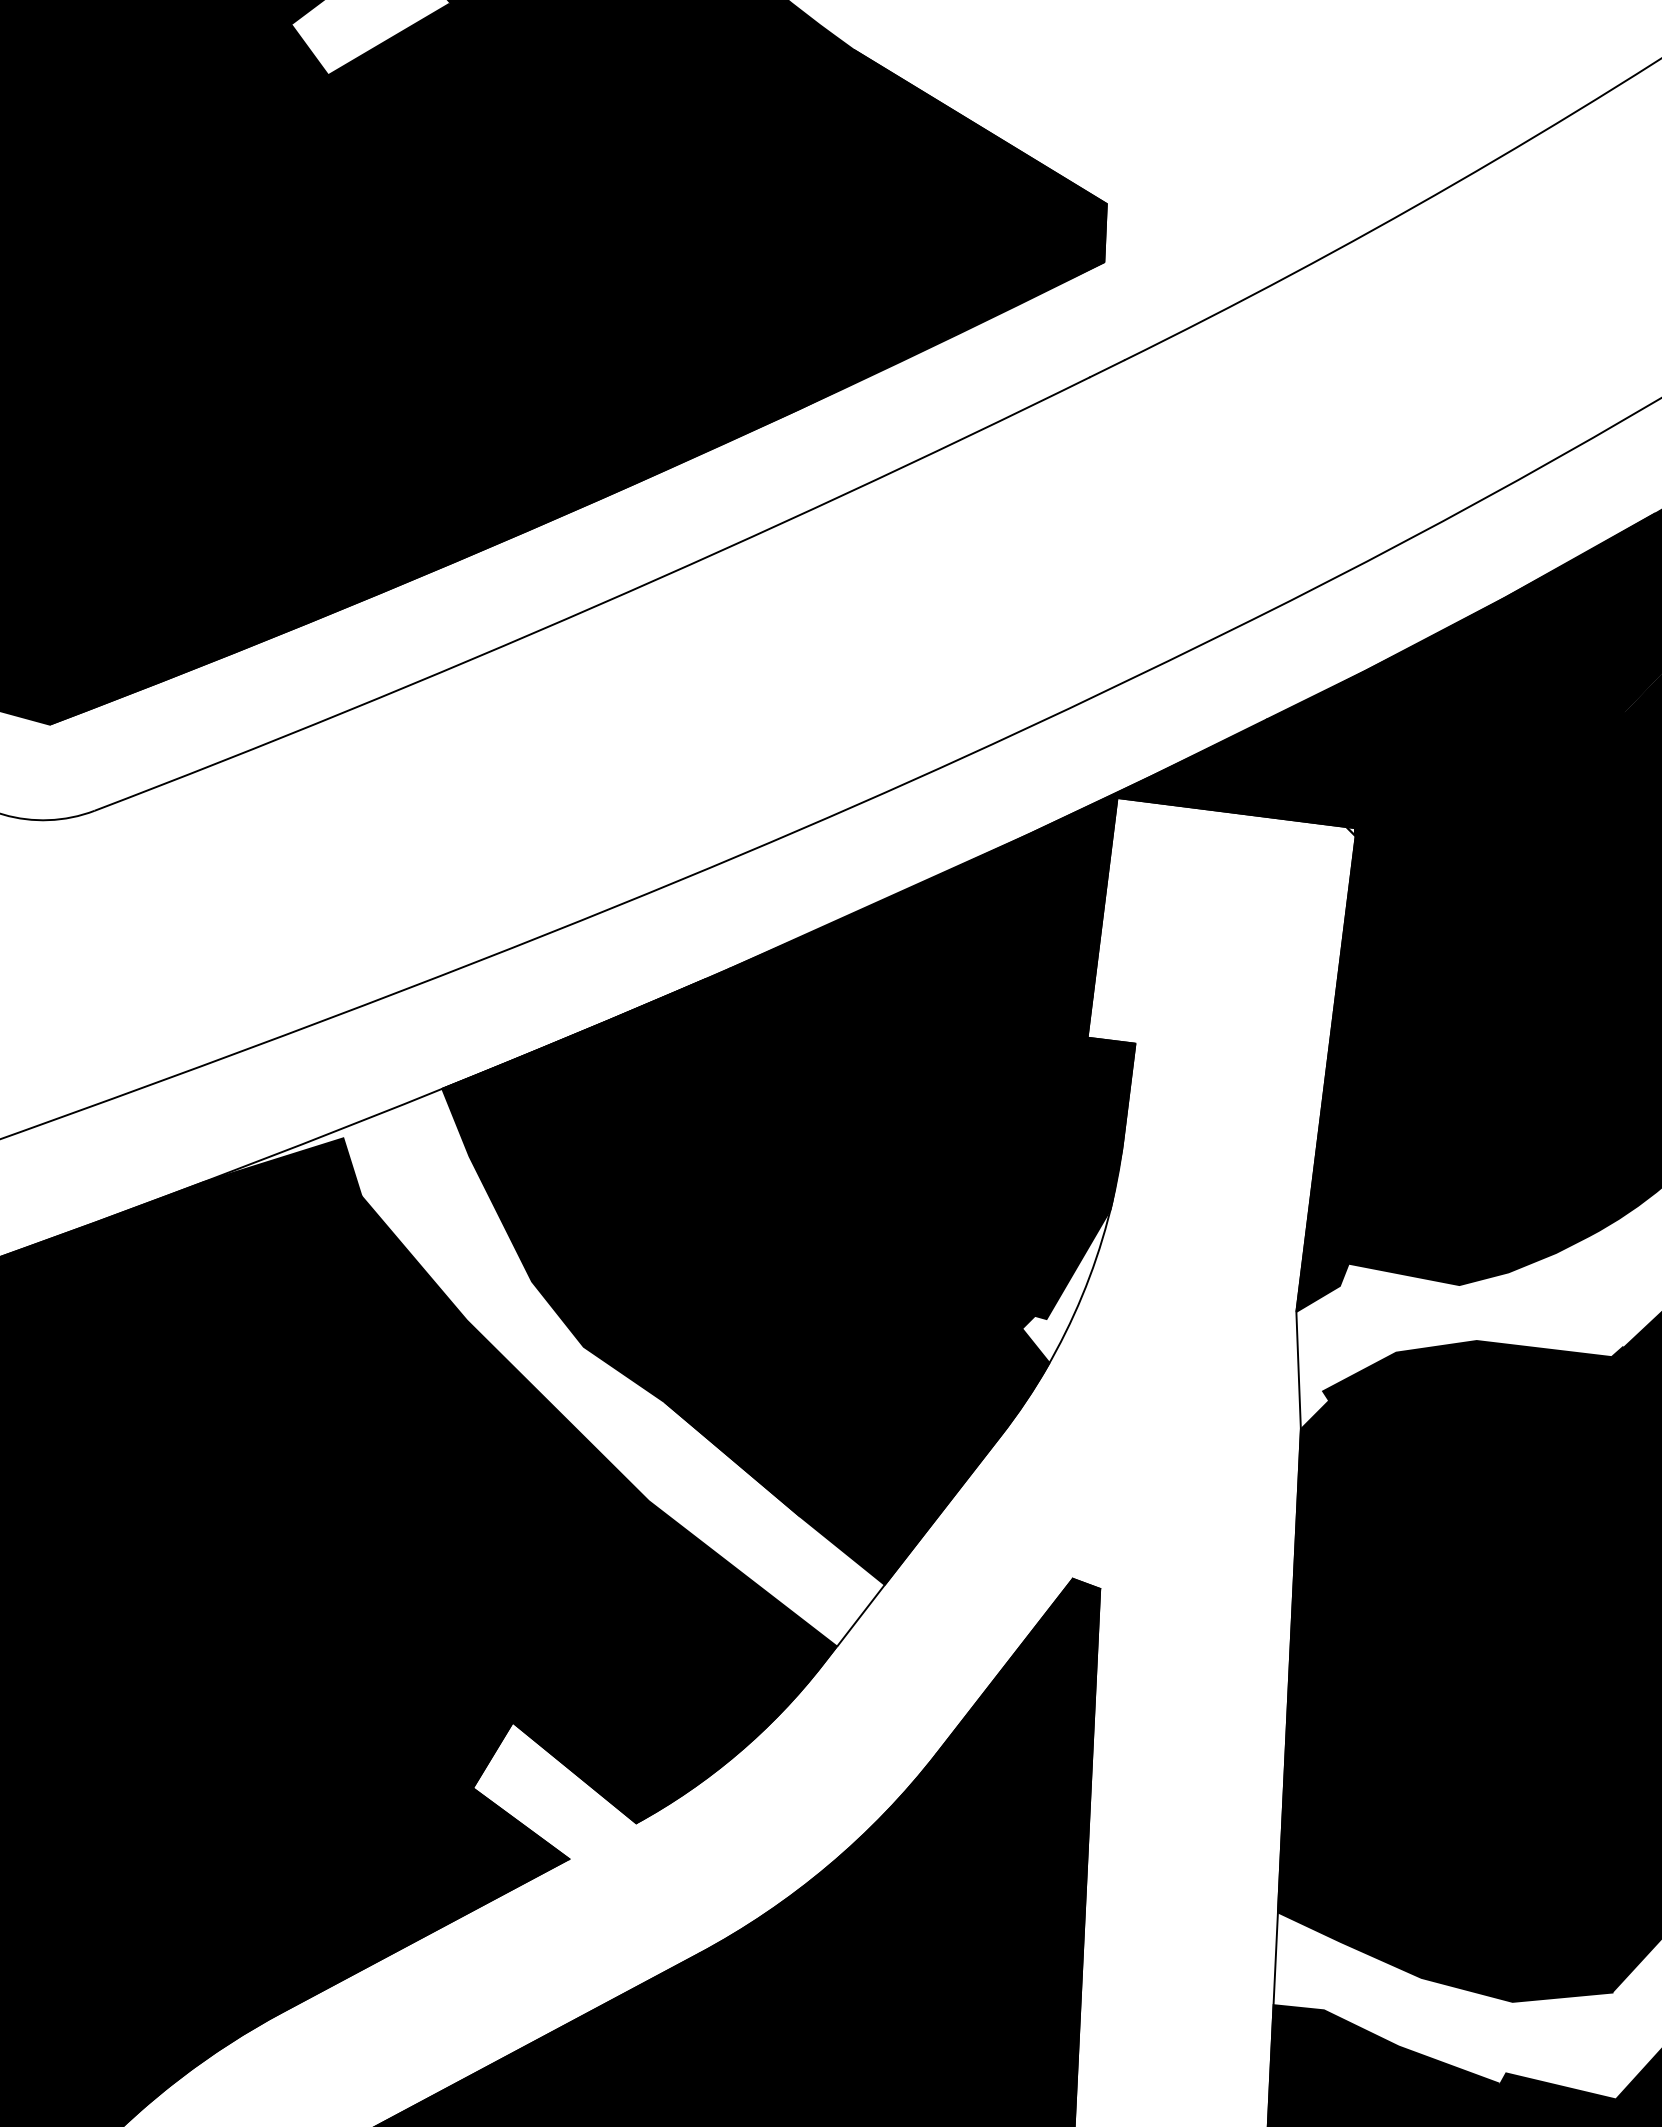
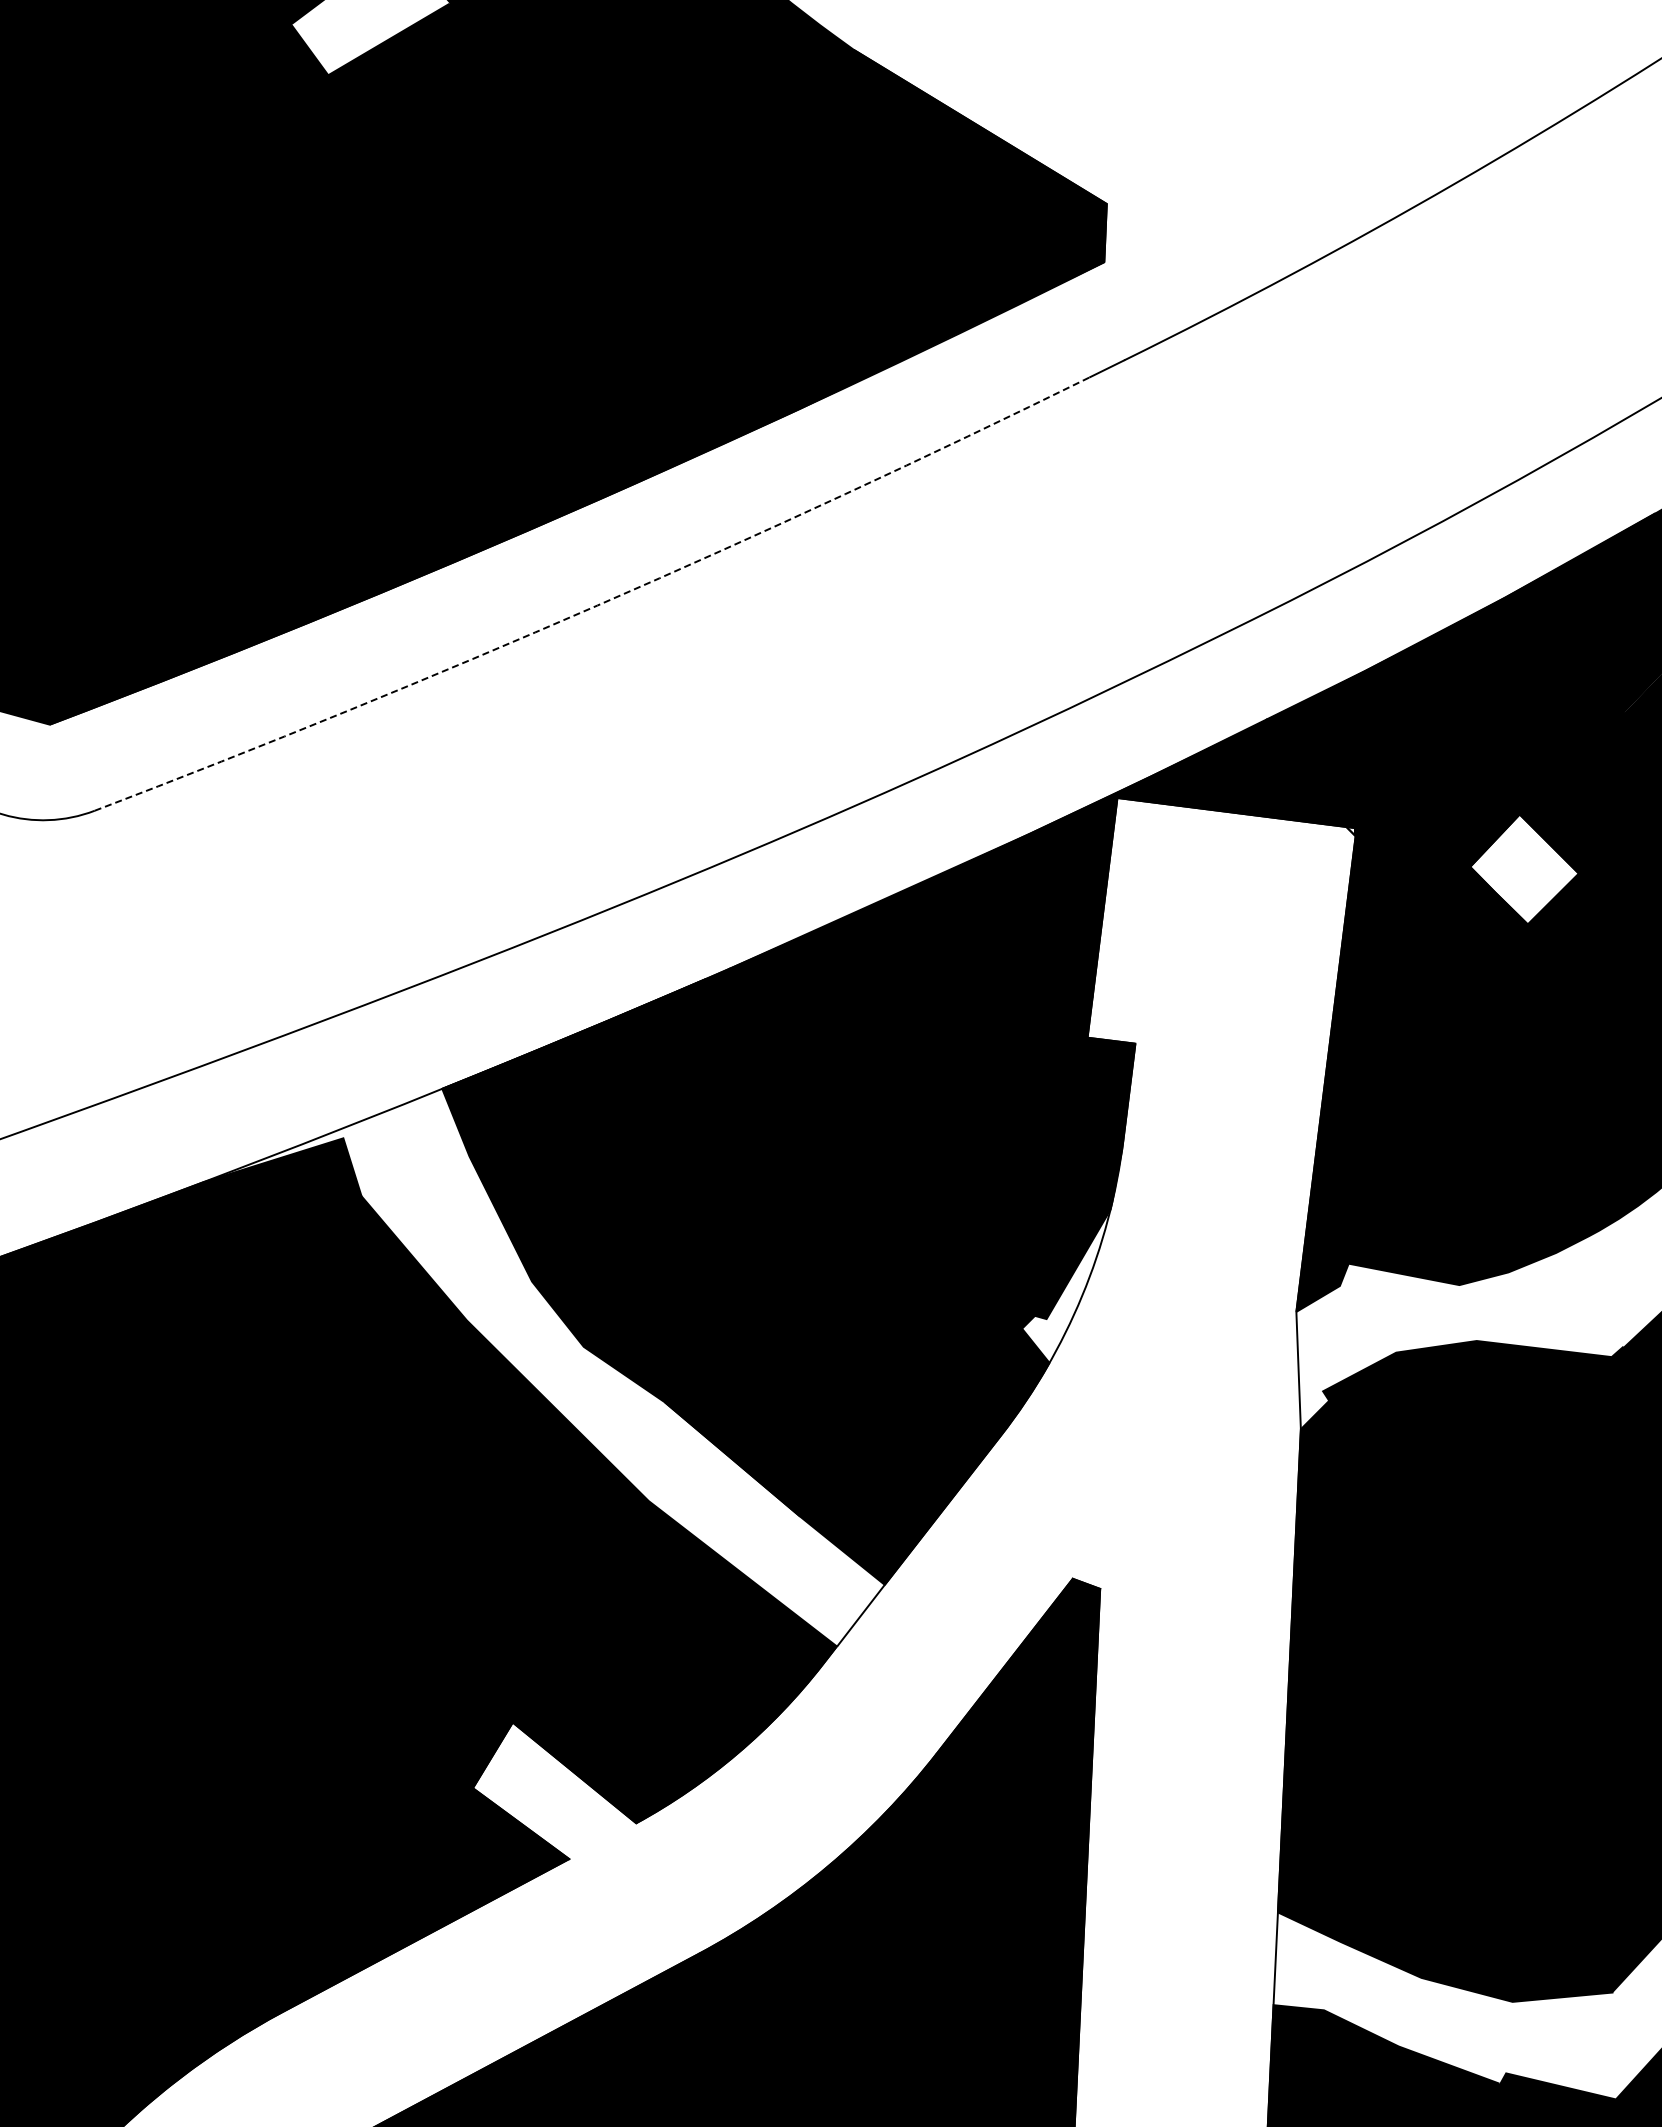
arc at (597, 605): solid -> dashed
fill at (1524, 869): present -> none
